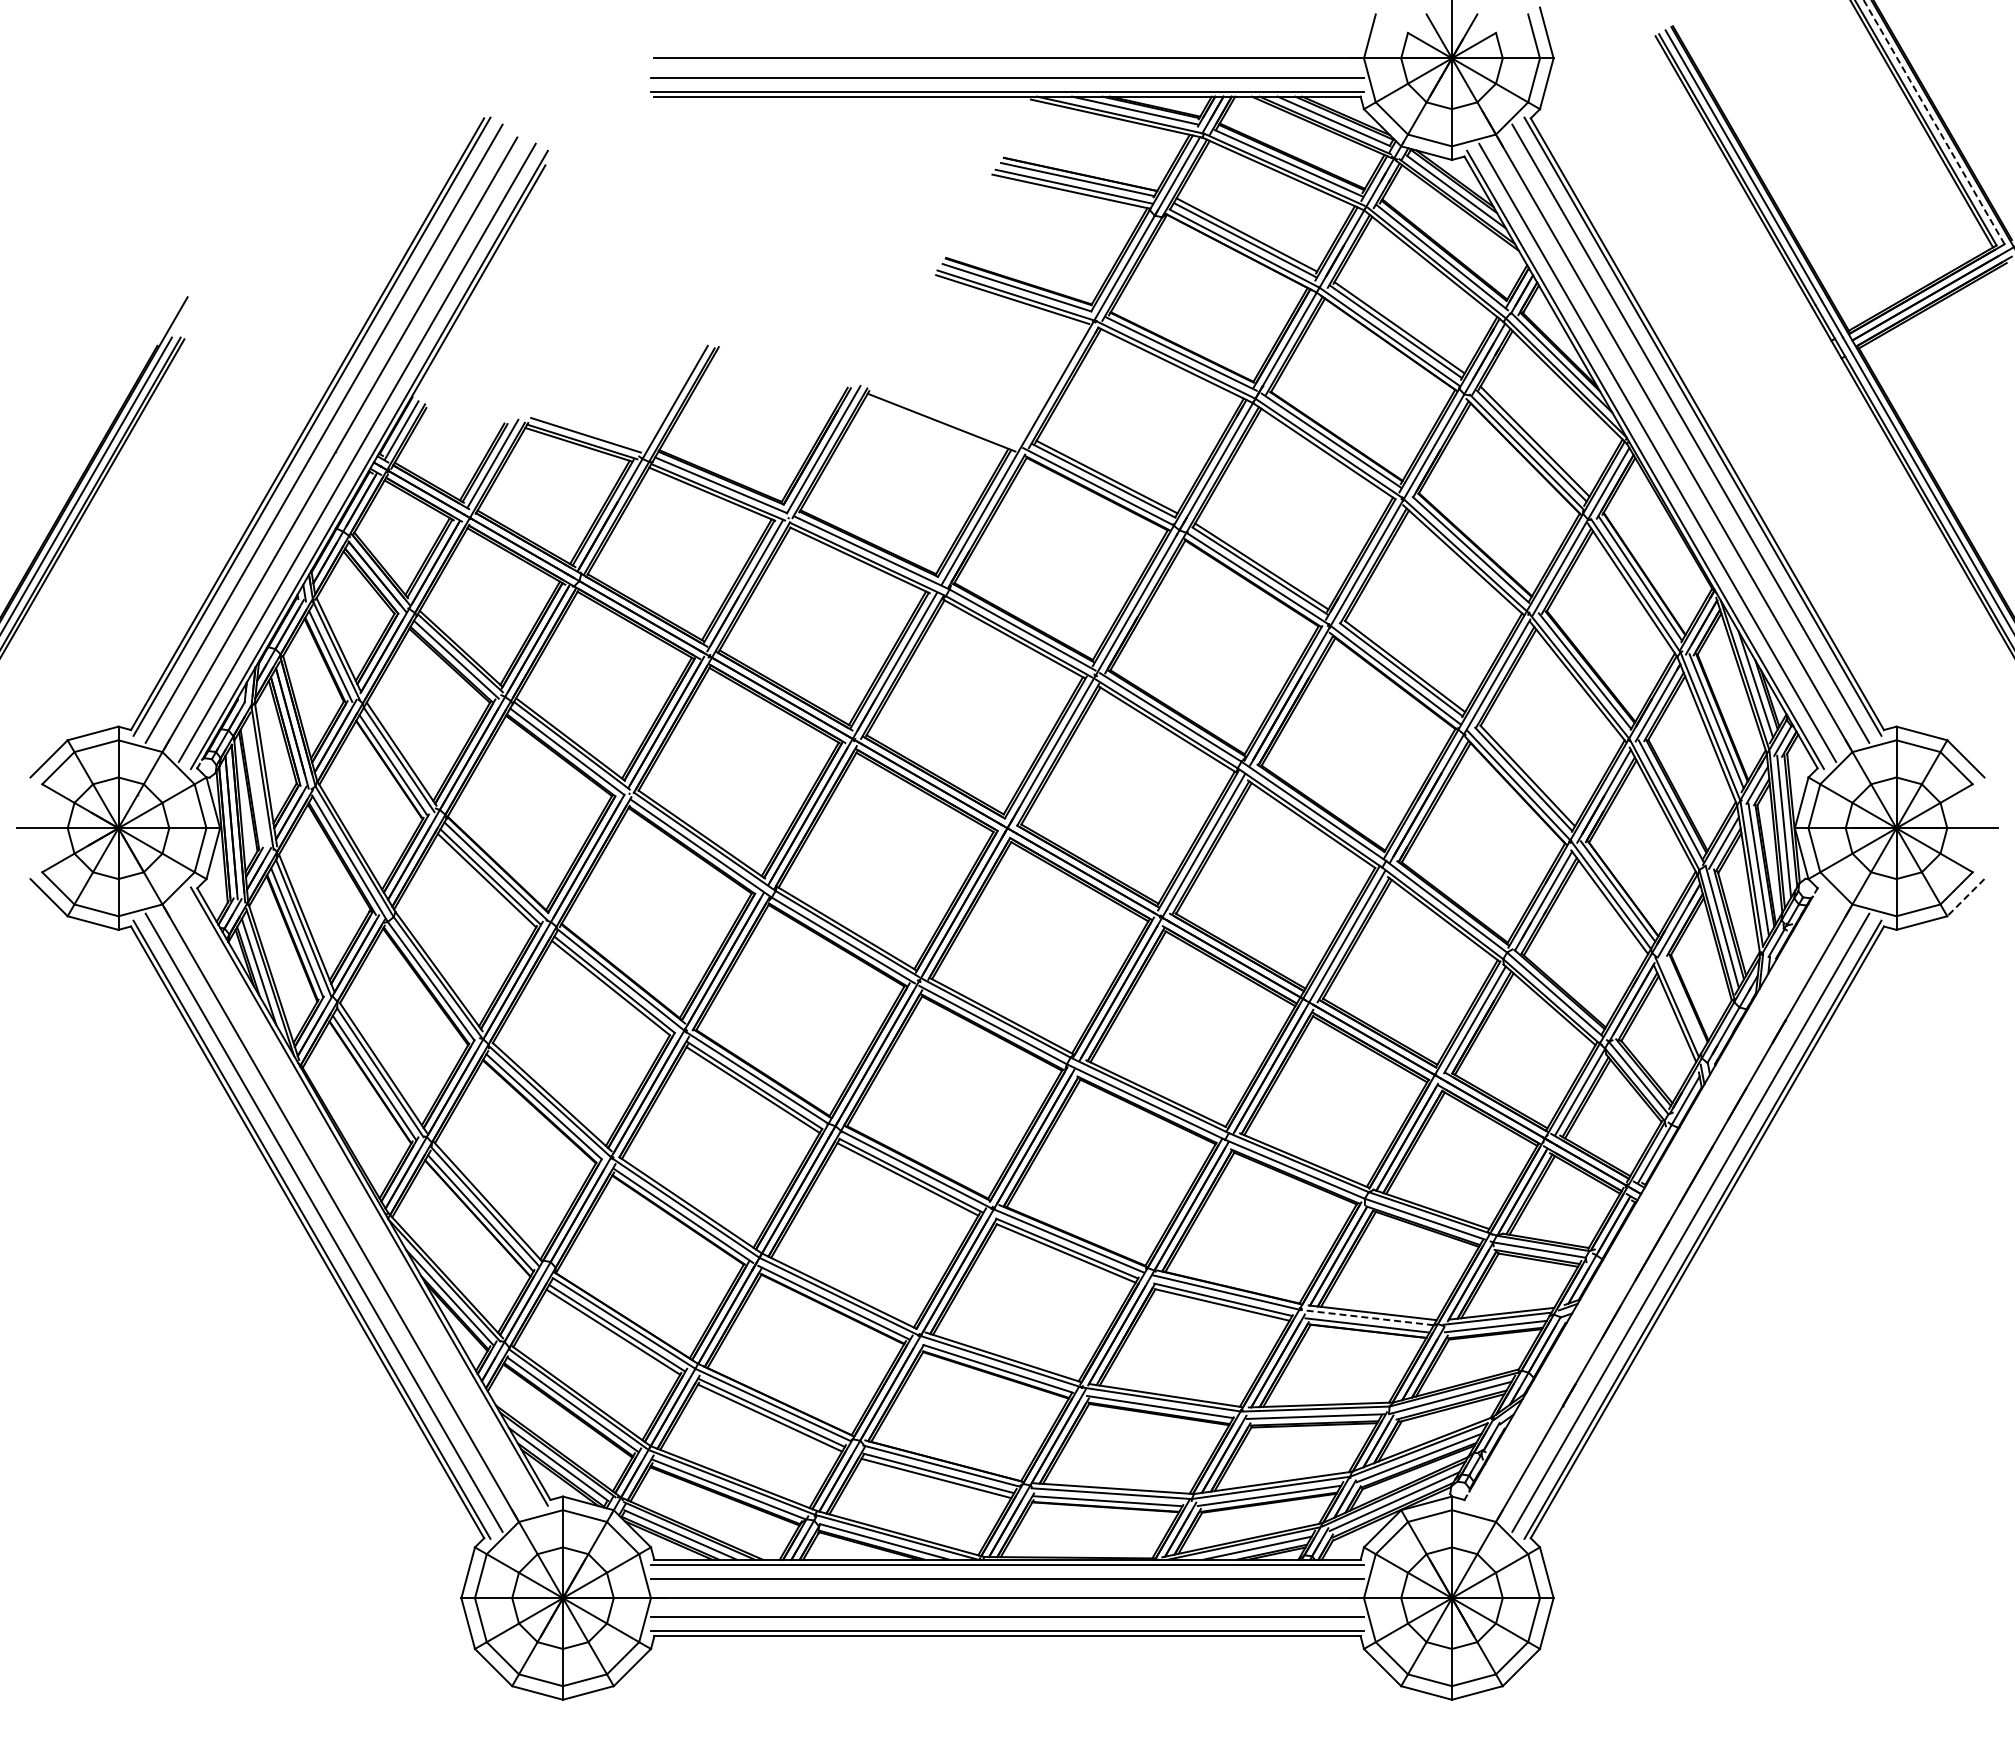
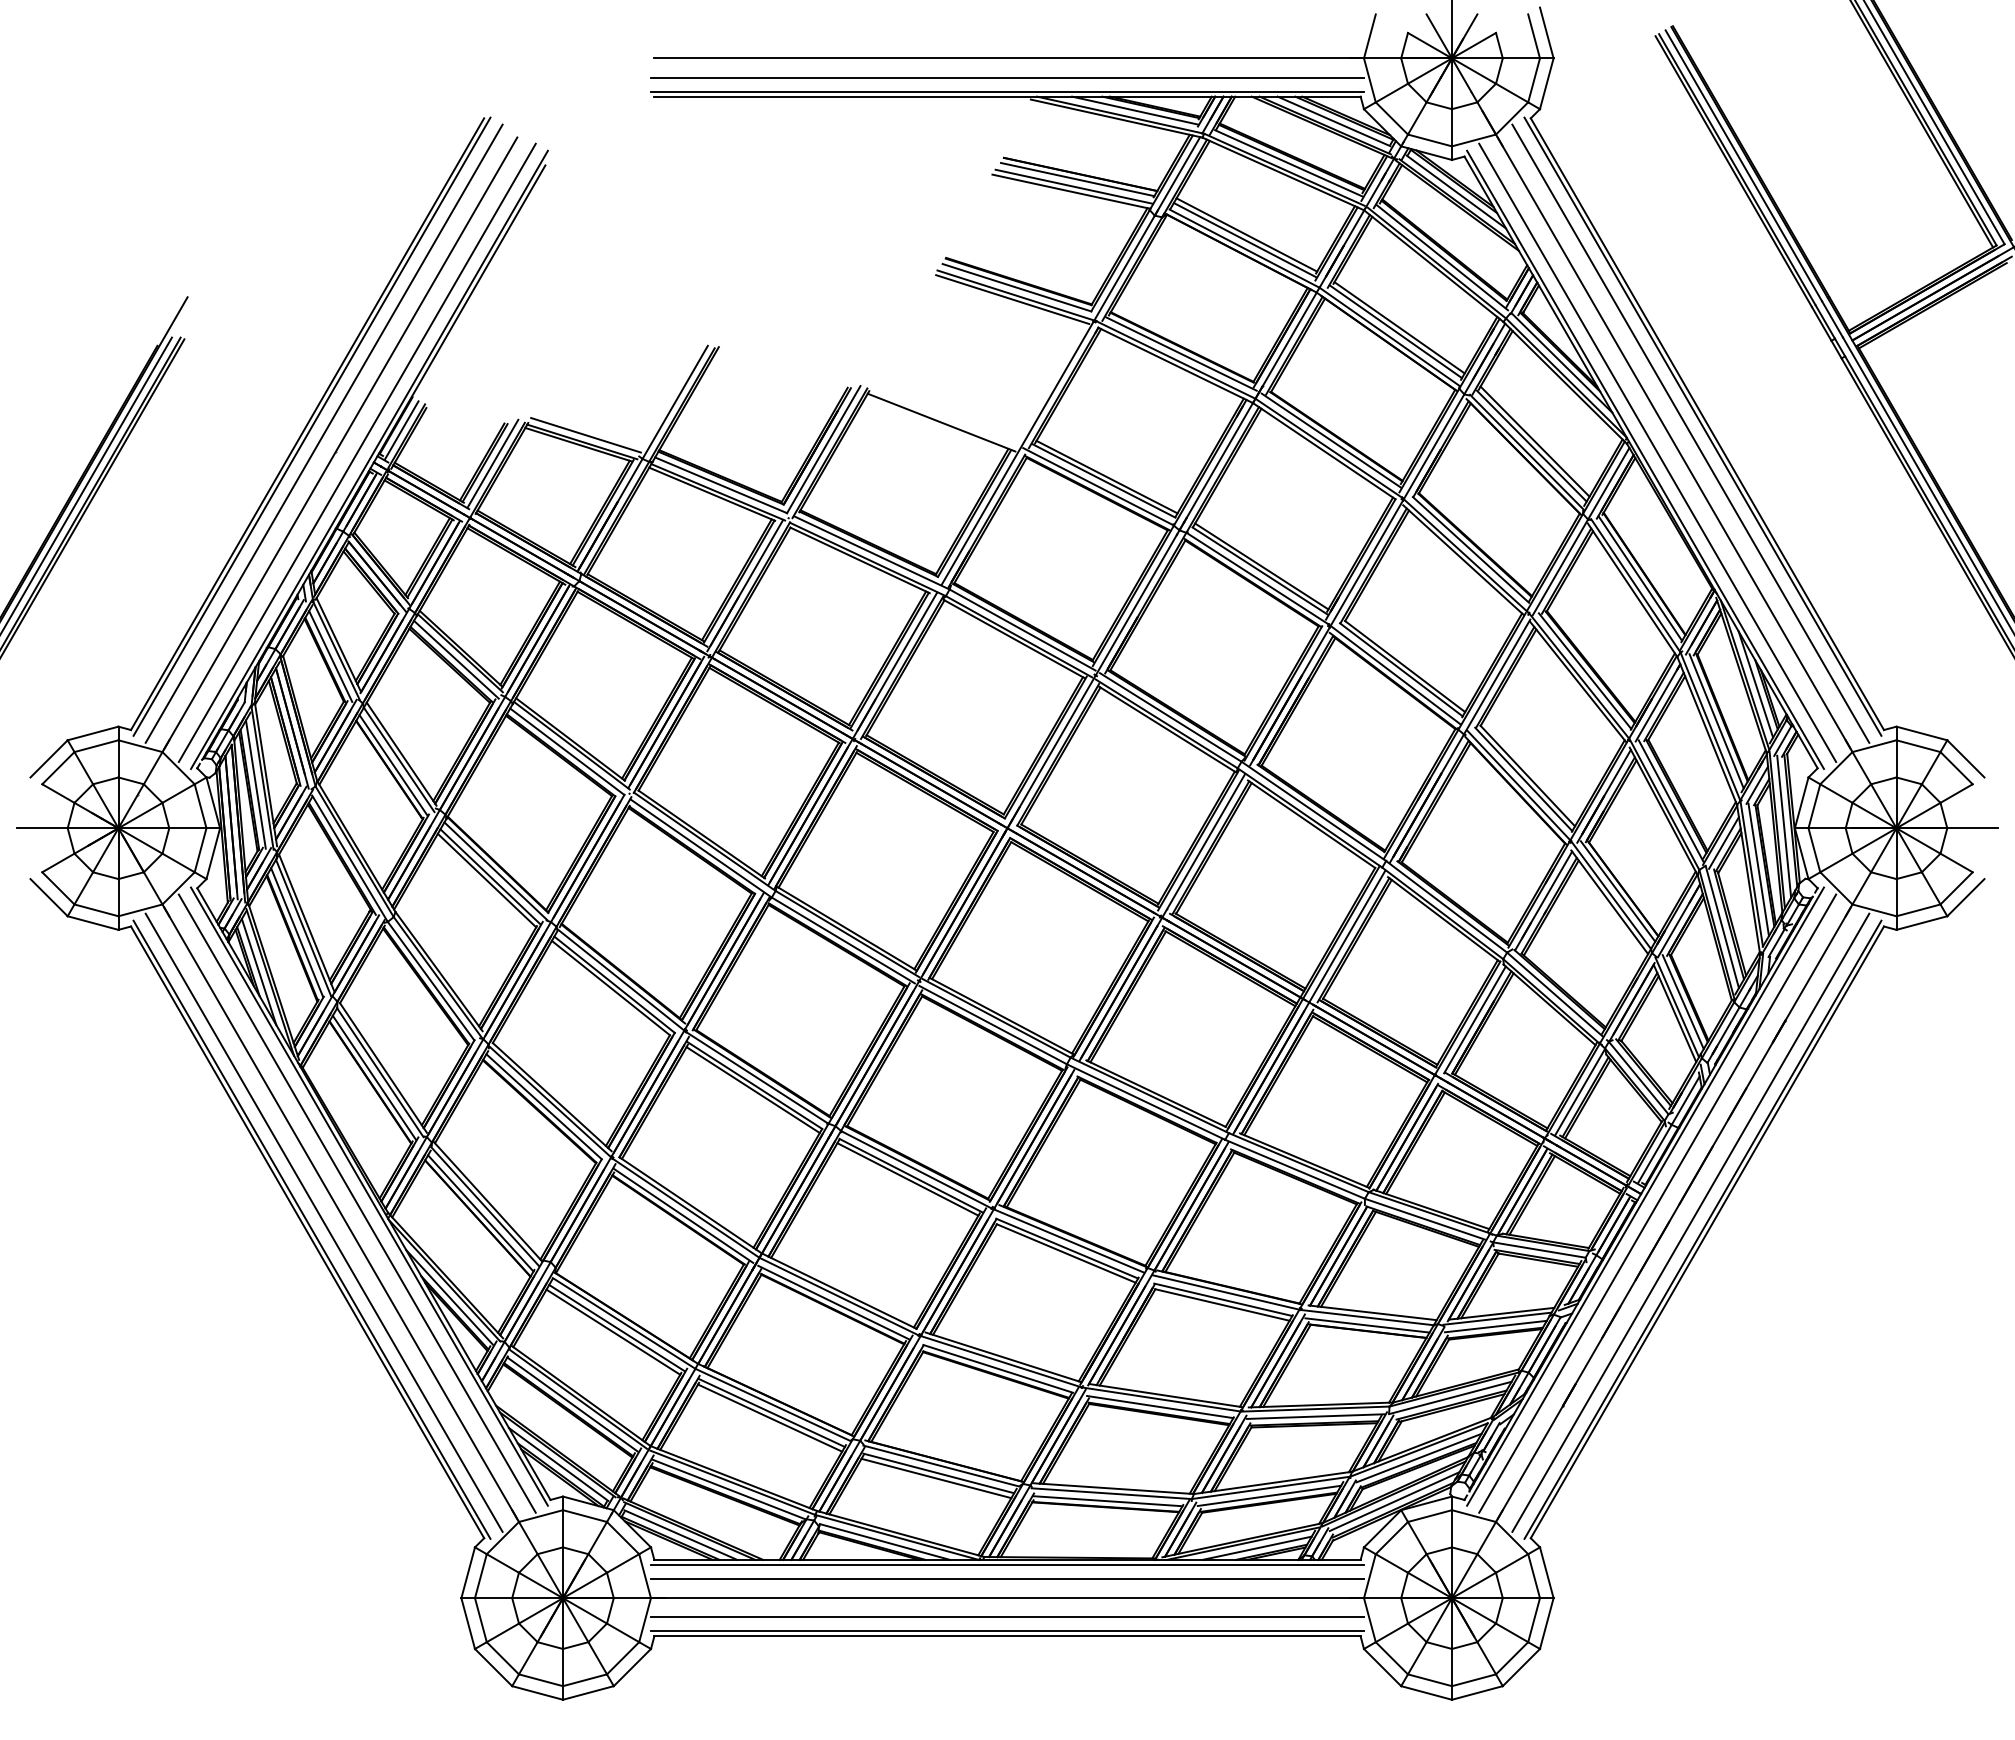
line at (1934, 122): dashed -> solid
line at (255, 784): none -> present
line at (1965, 898): dashed -> solid
line at (1682, 1002): none -> present
line at (1645, 1196): none -> present
line at (356, 1203): none -> present
line at (1657, 1203): none -> present
line at (1366, 1317): dashed -> solid
